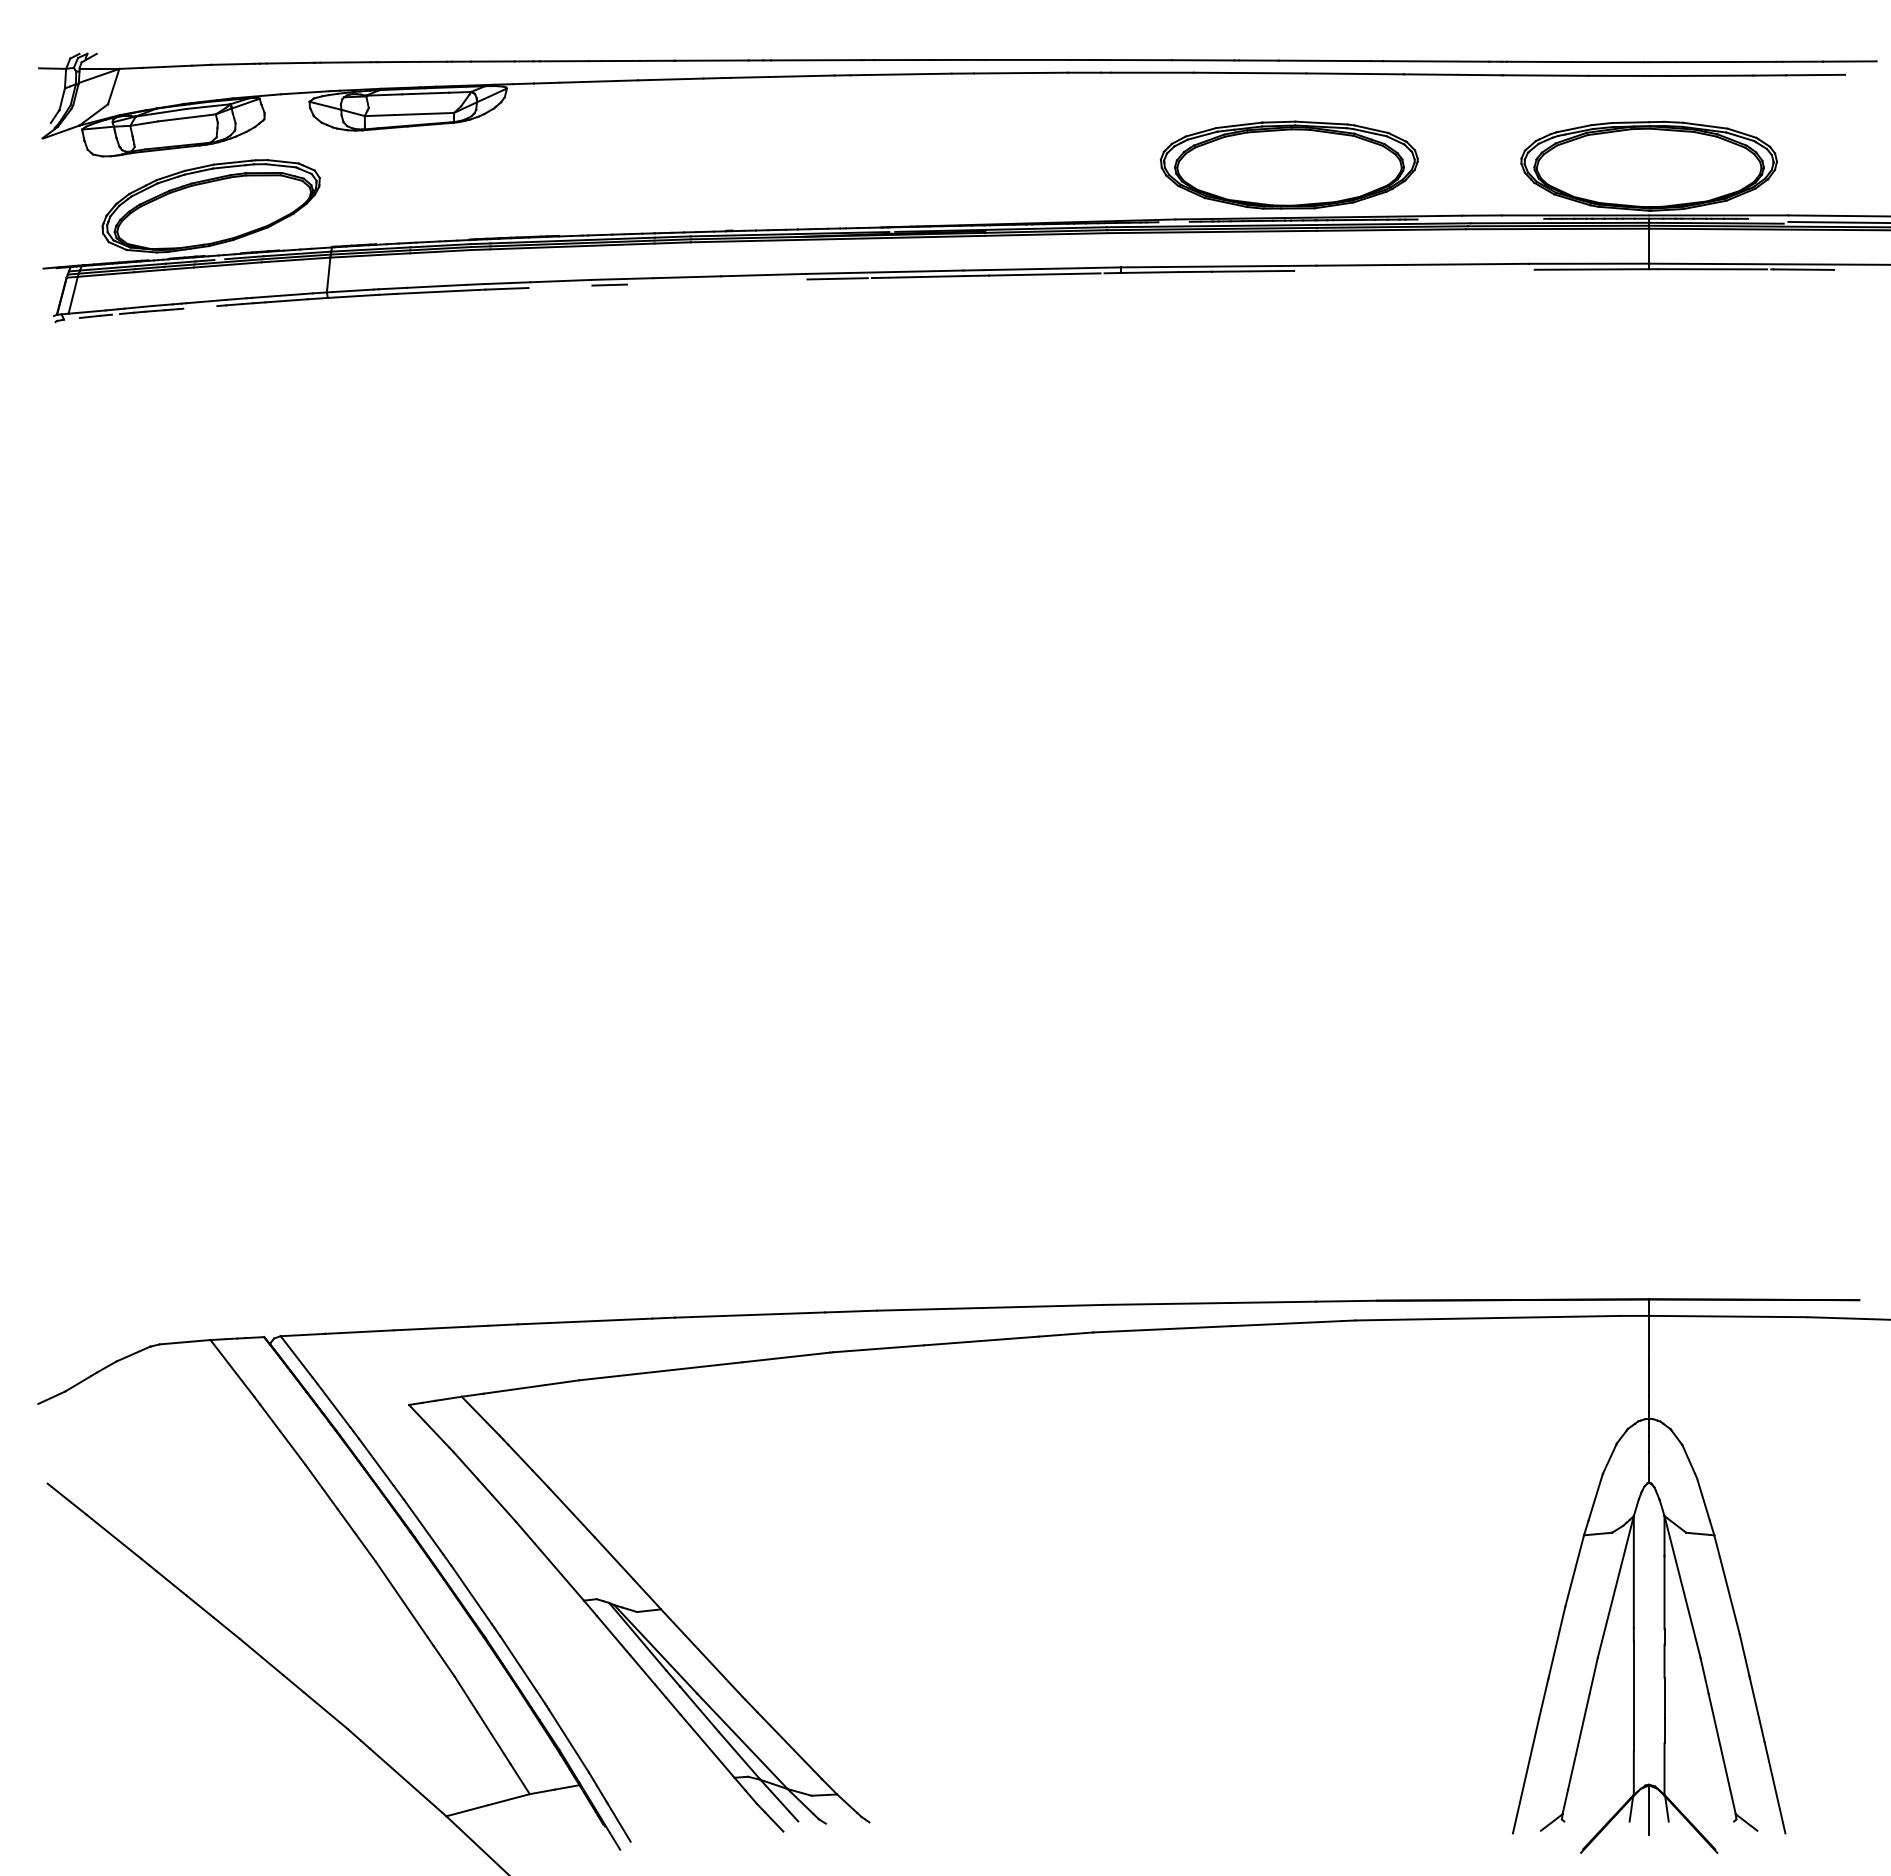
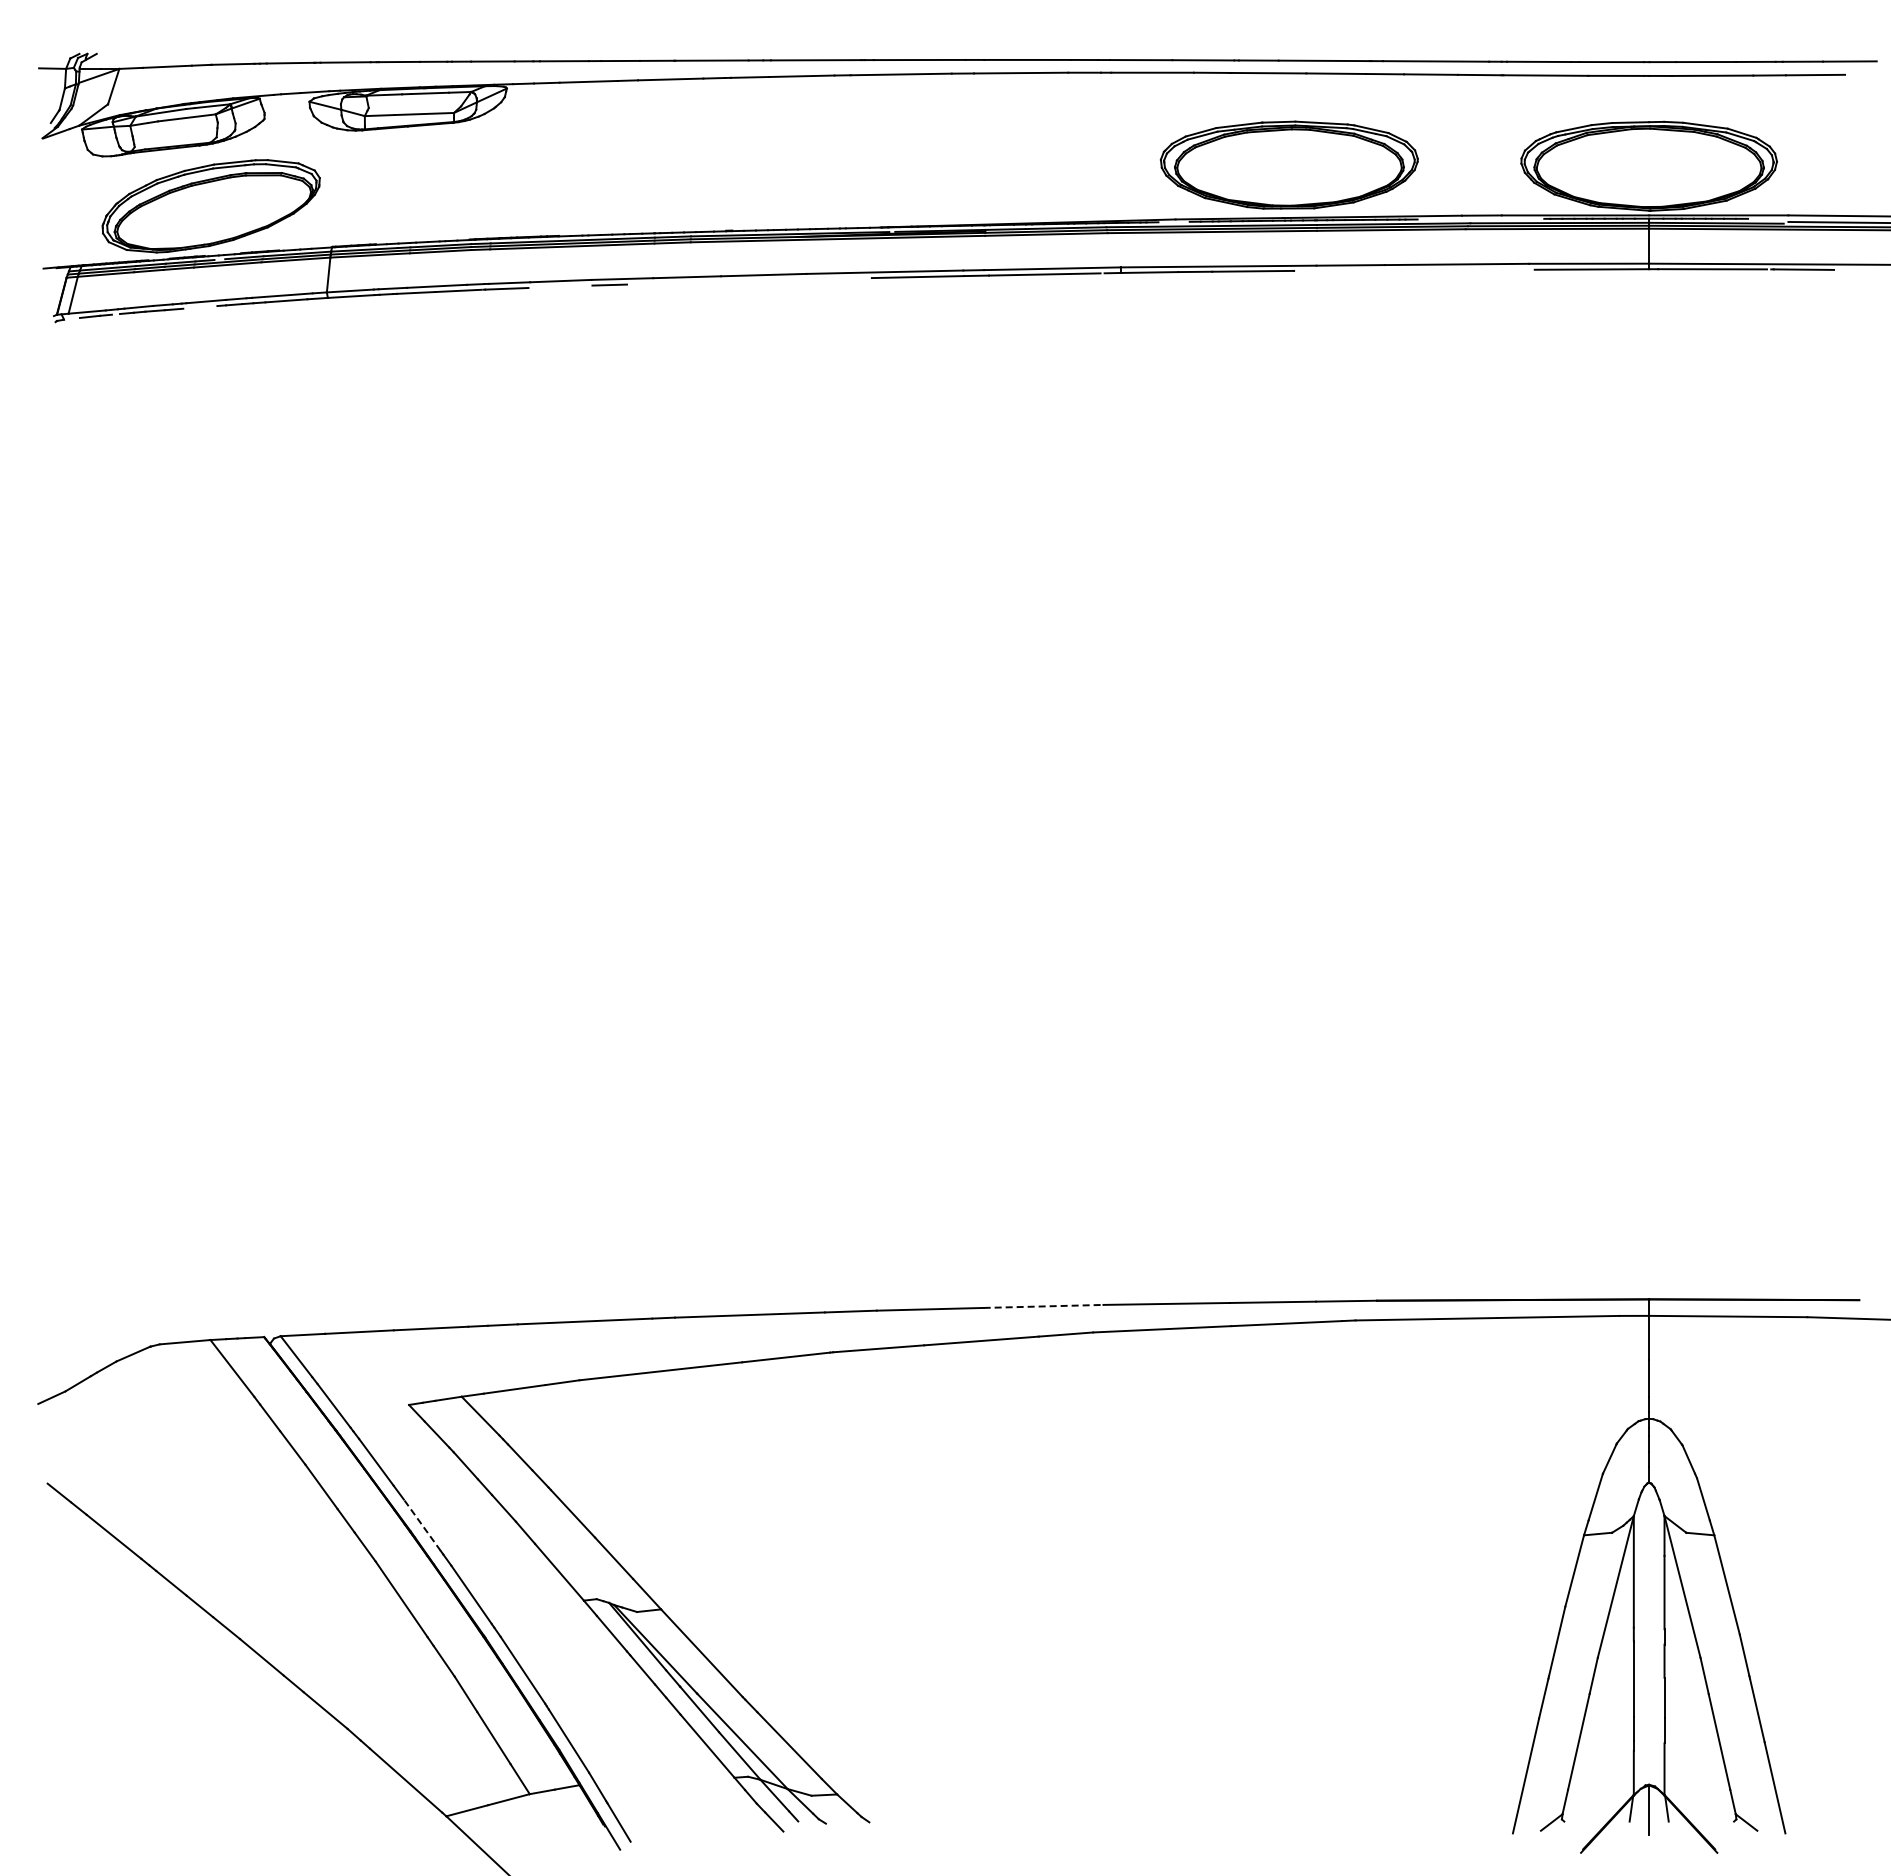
line at (837, 278): present -> none
line at (1043, 1306): solid -> dashed
line at (422, 1525): solid -> dashed
